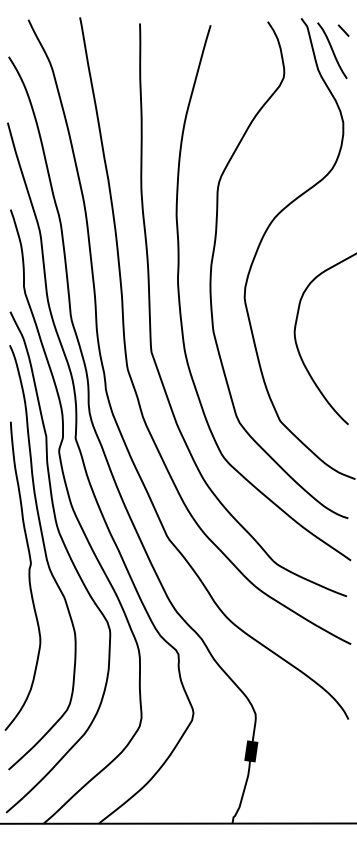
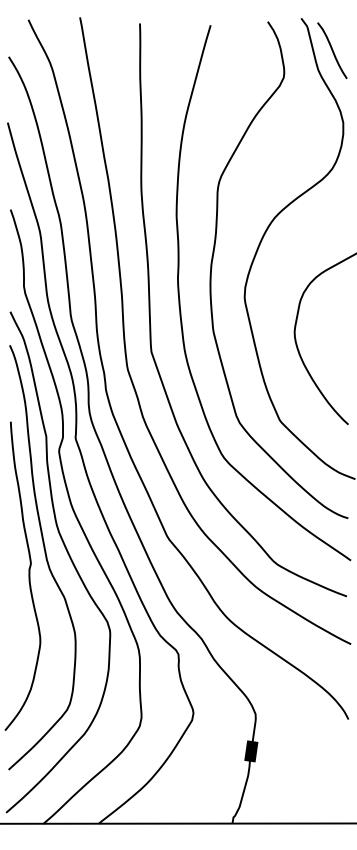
line at (343, 30): present -> none
